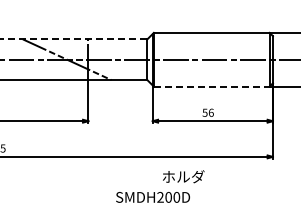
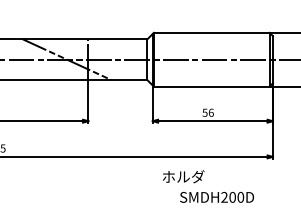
line at (73, 39): dashed -> solid
line at (211, 86): dashed -> solid
text at (152, 197) position: (152, 197) -> (216, 197)
